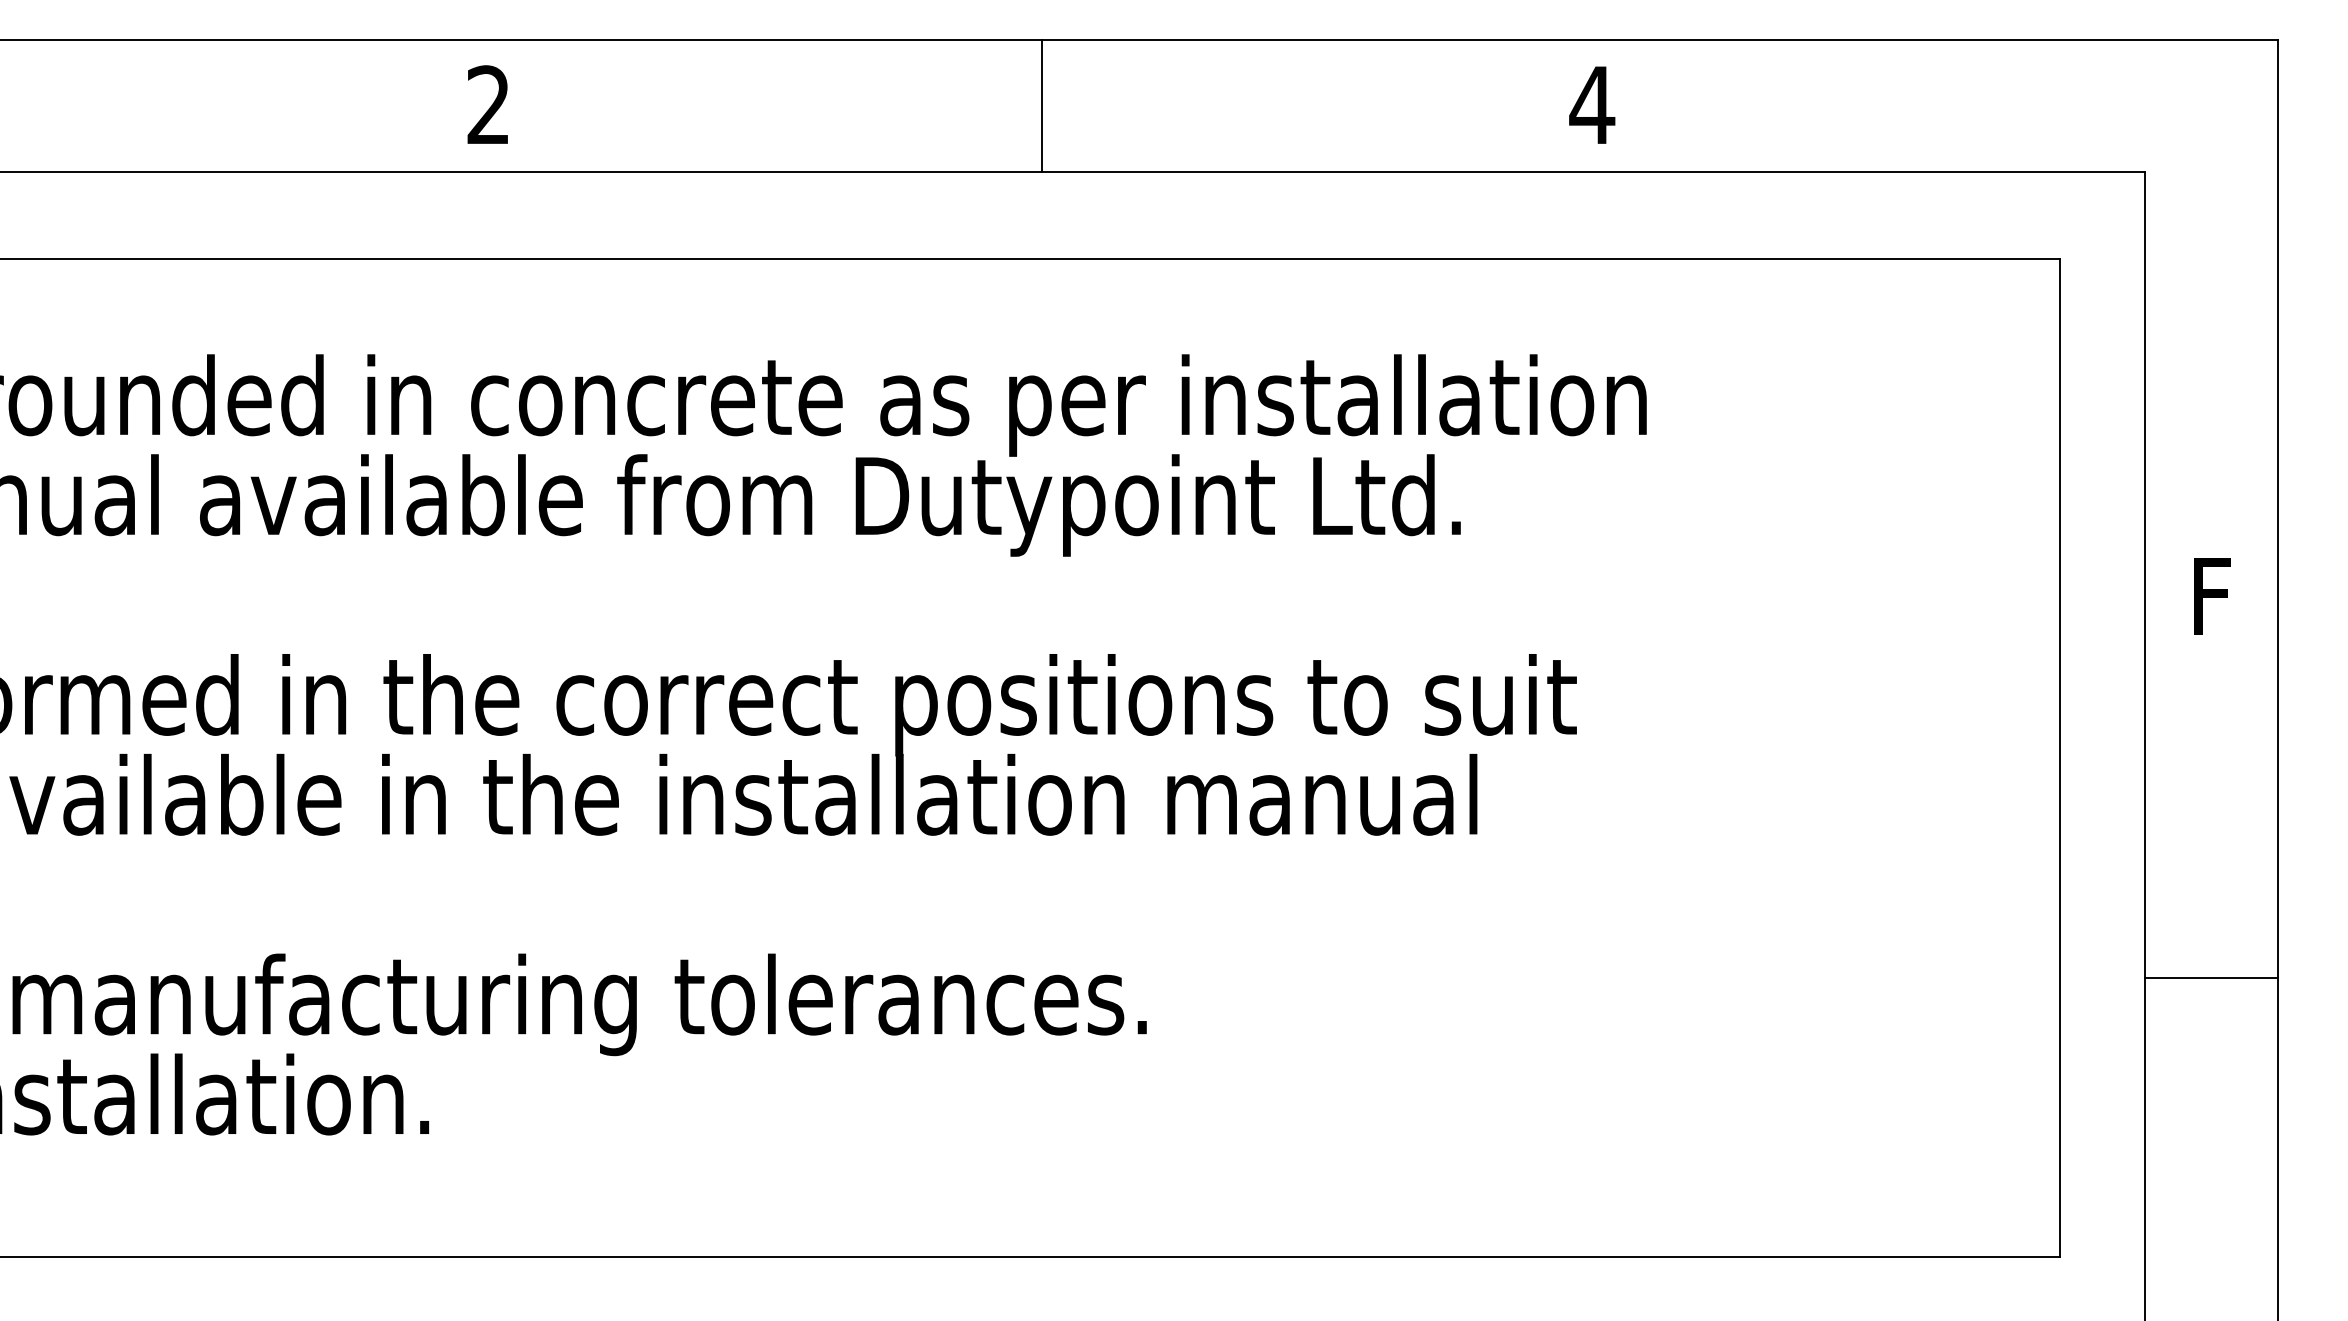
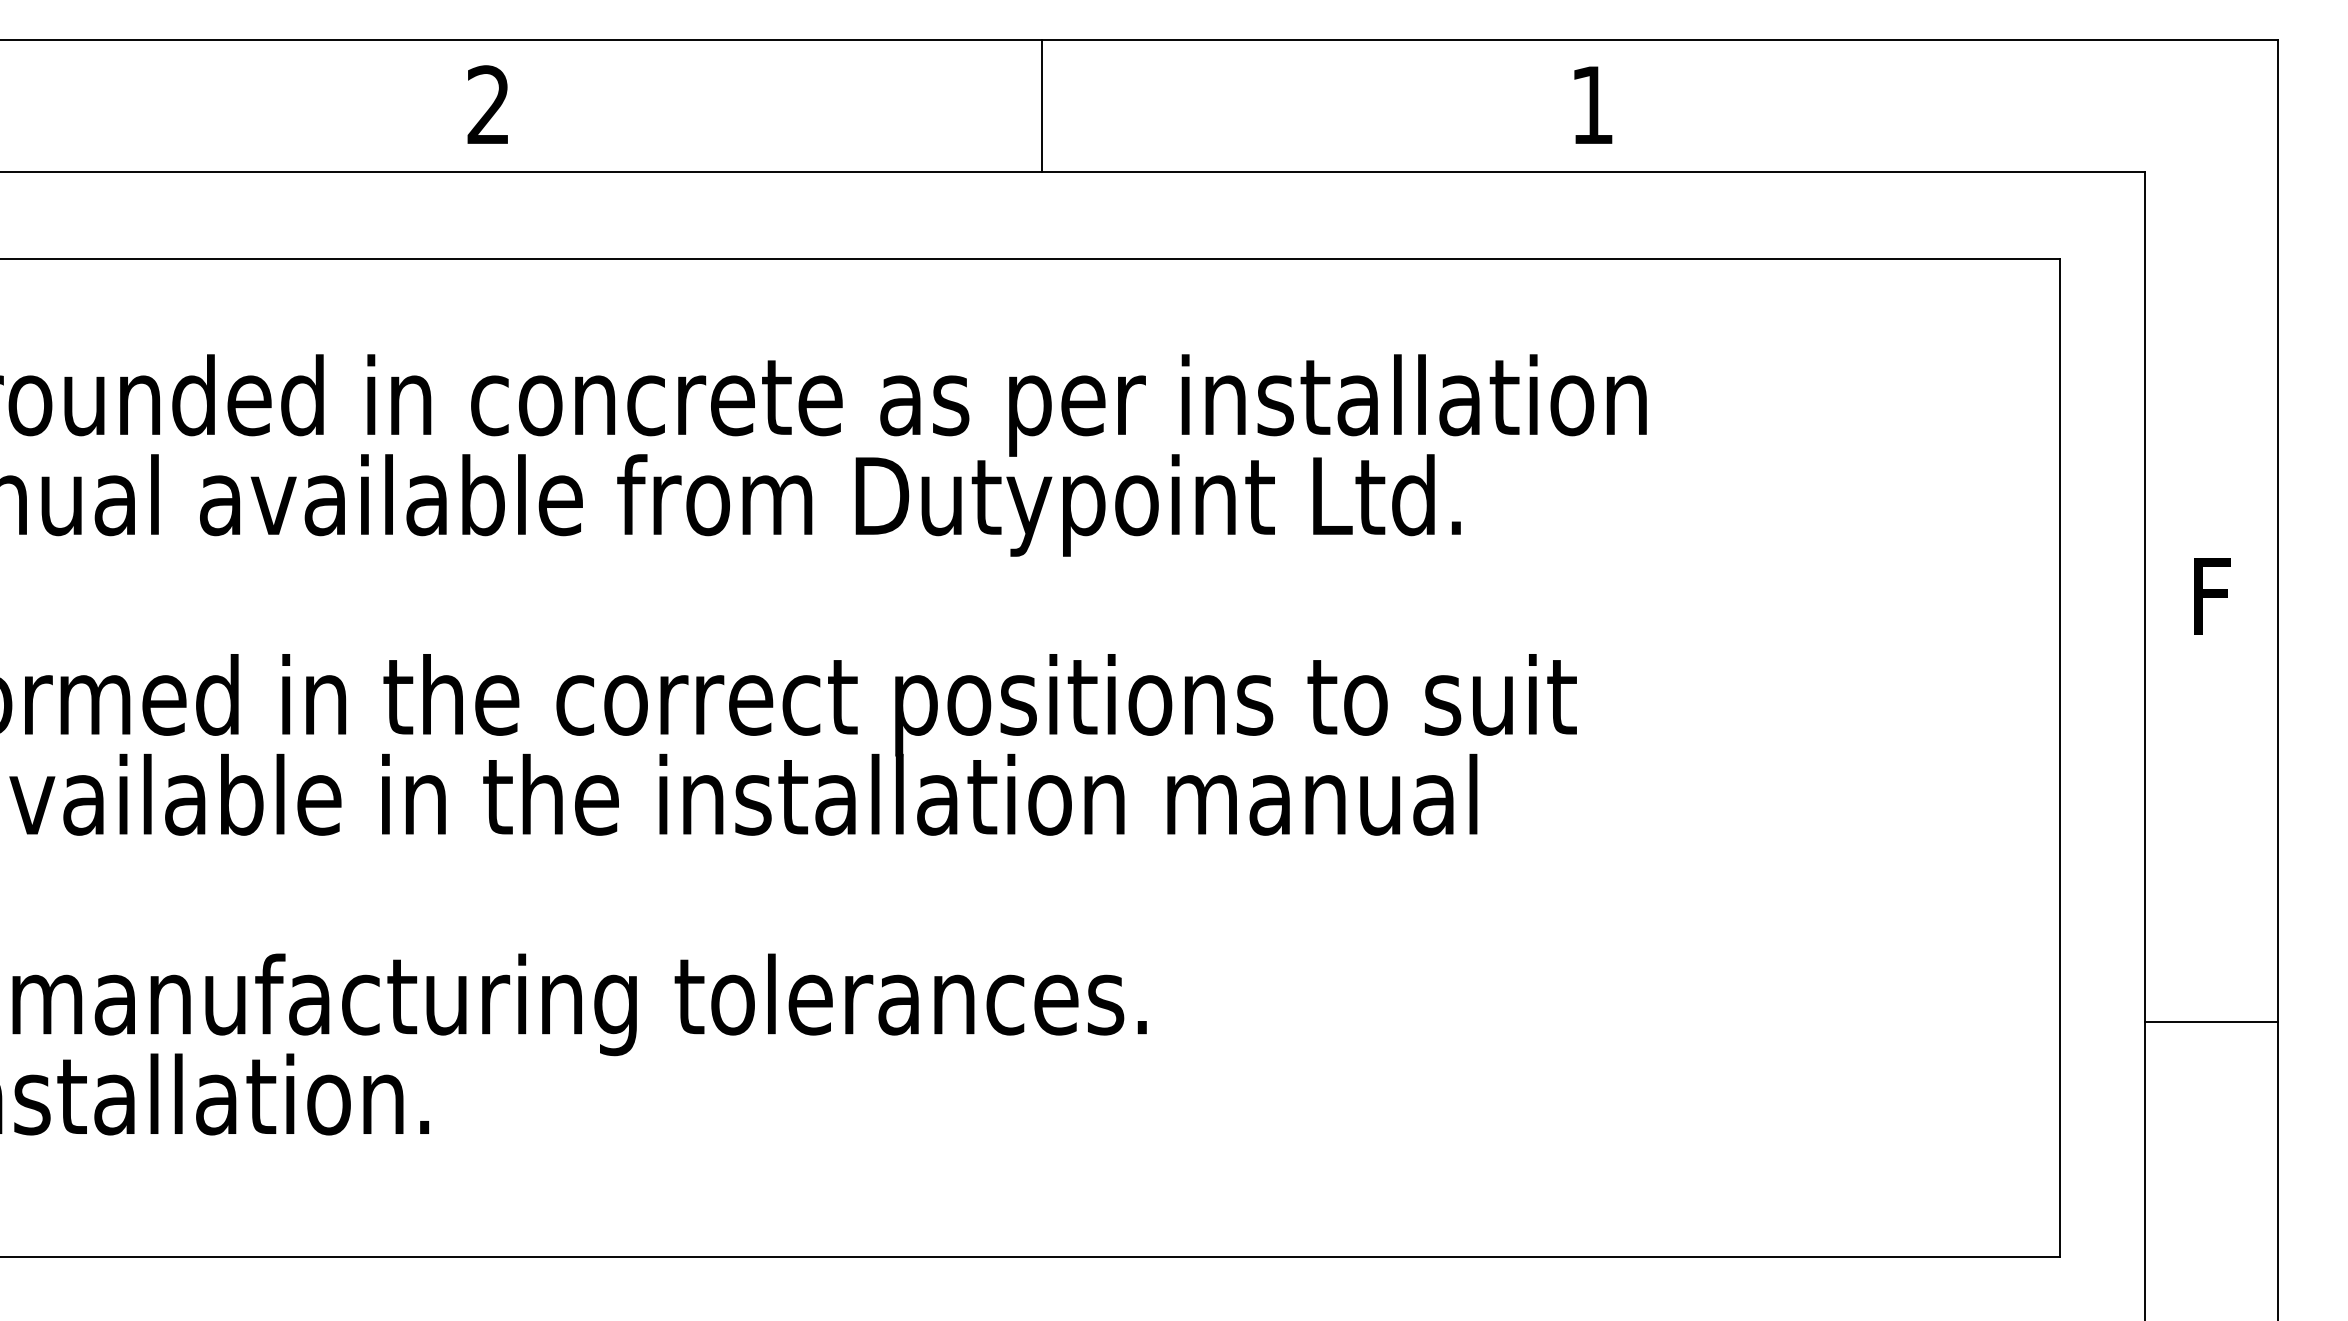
text at (1592, 104): 4 -> 1
line at (2211, 978) position: (2211, 978) -> (2211, 1022)
